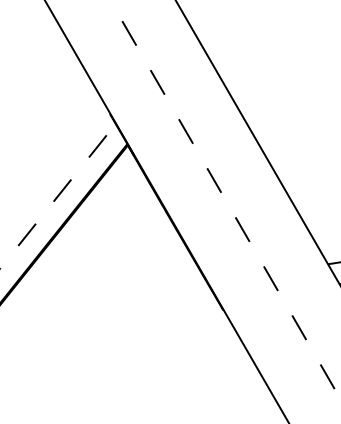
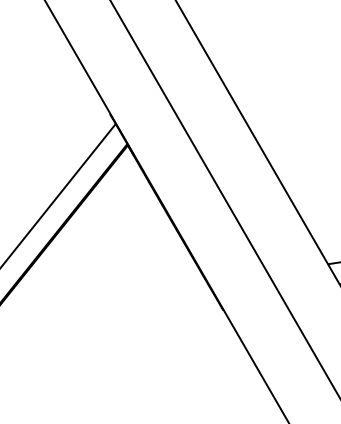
line at (58, 195): dashed -> solid
line at (225, 199): dashed -> solid
